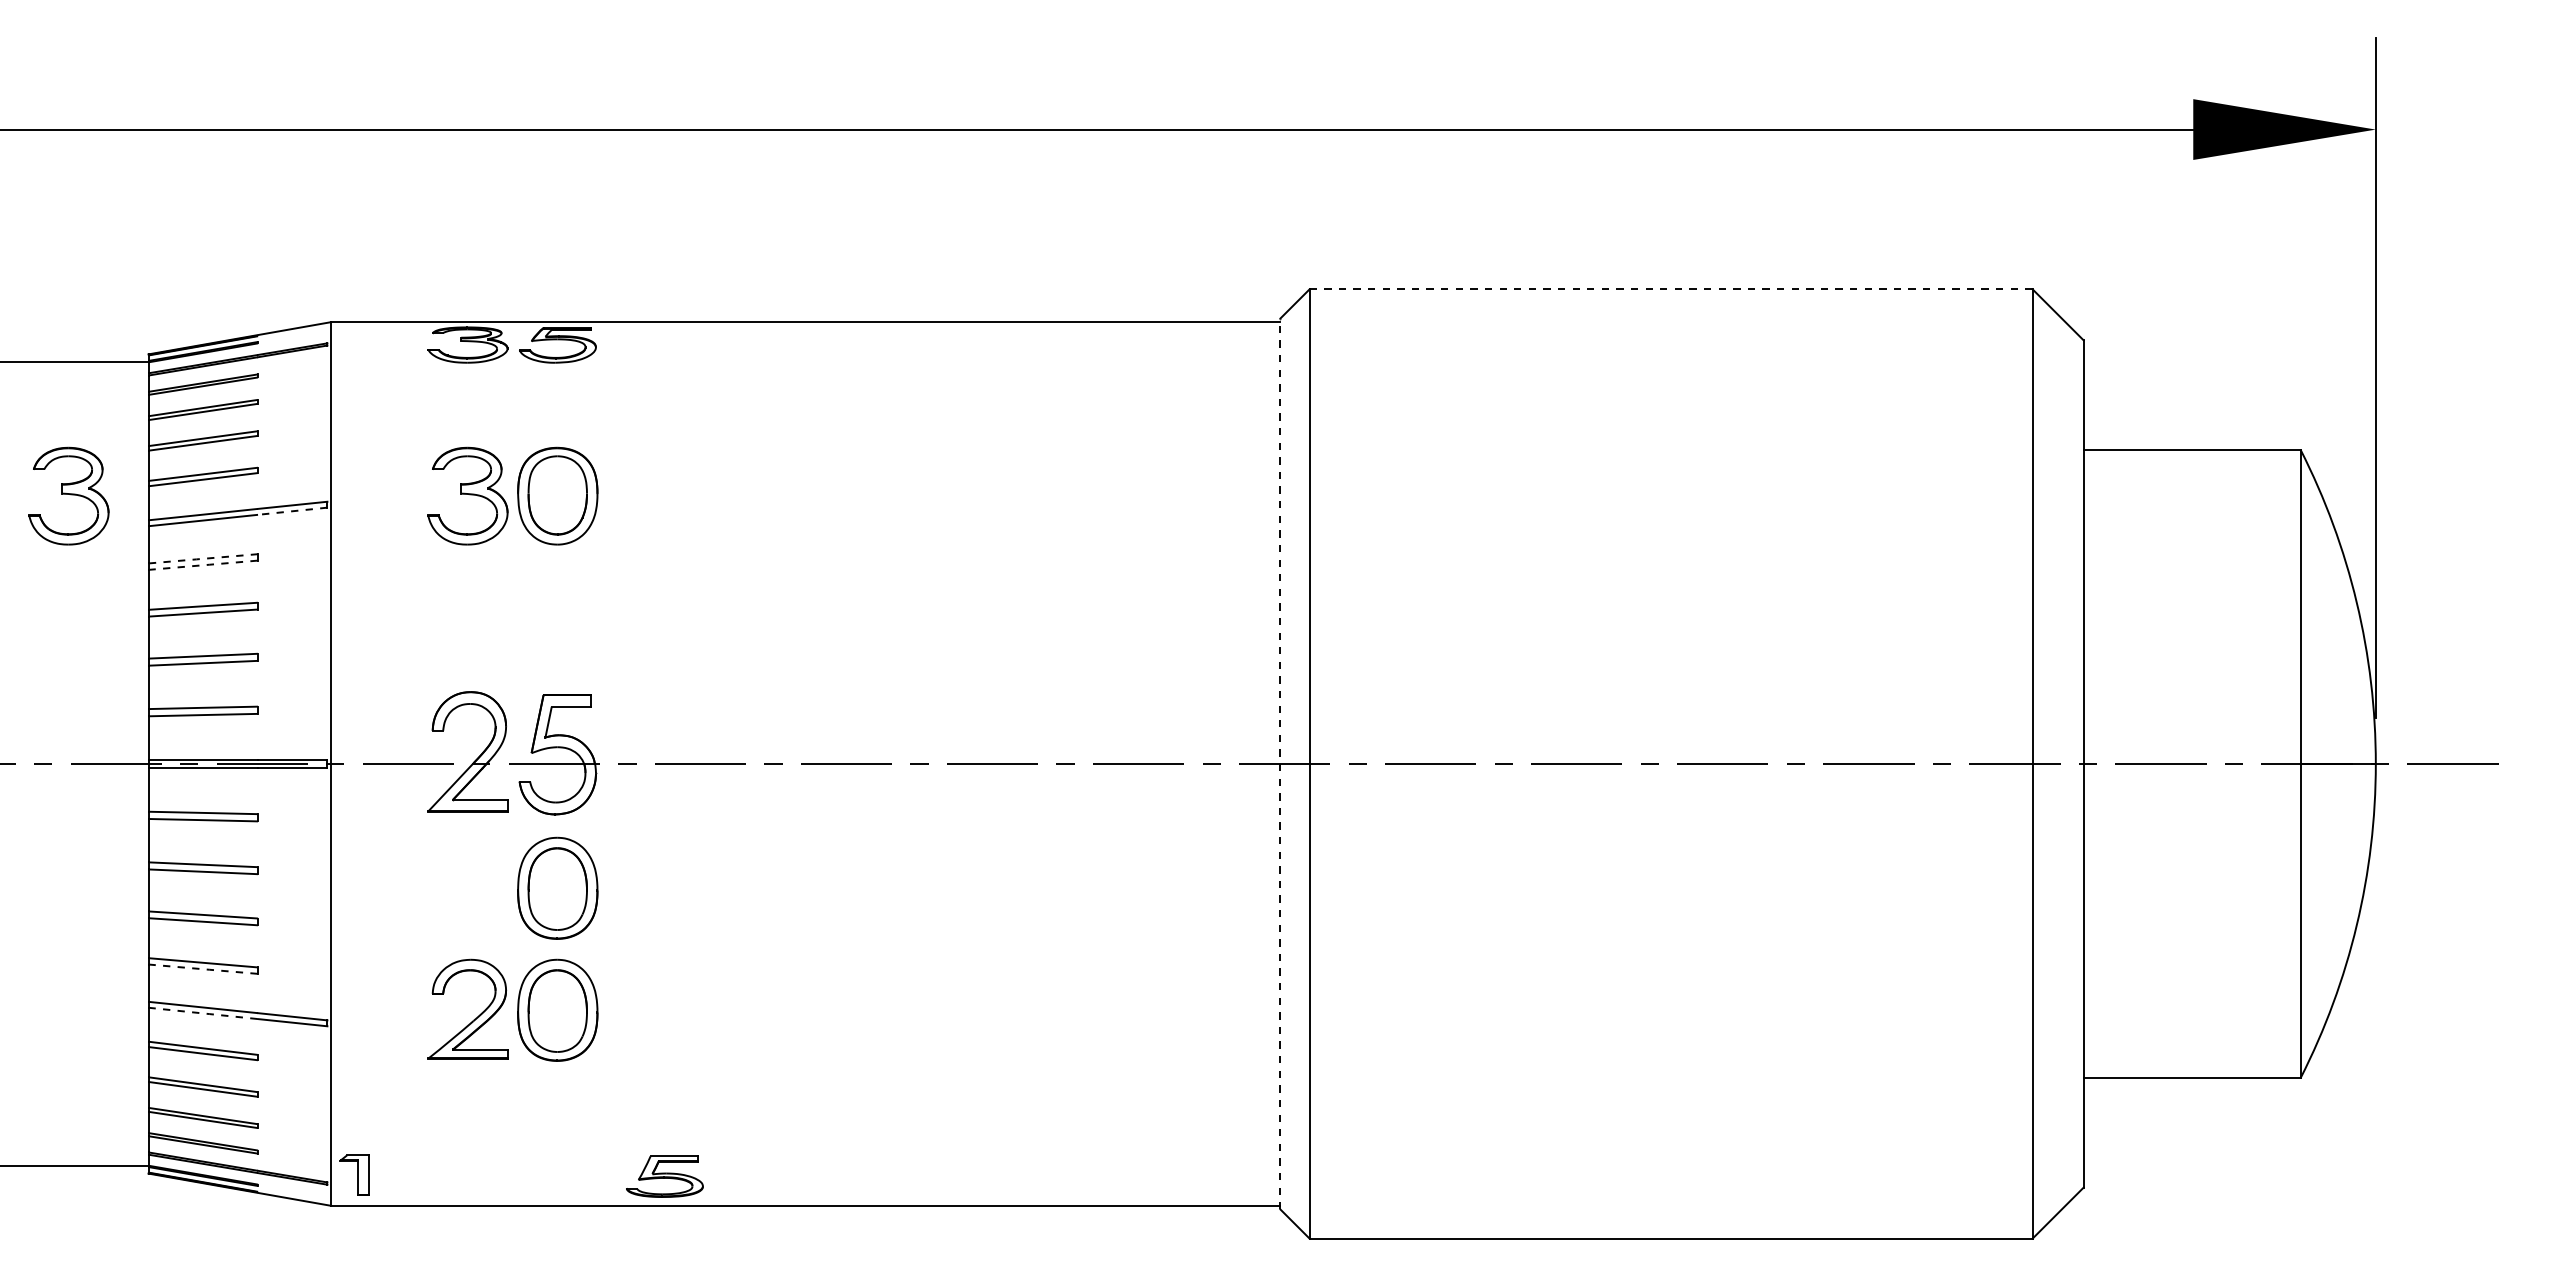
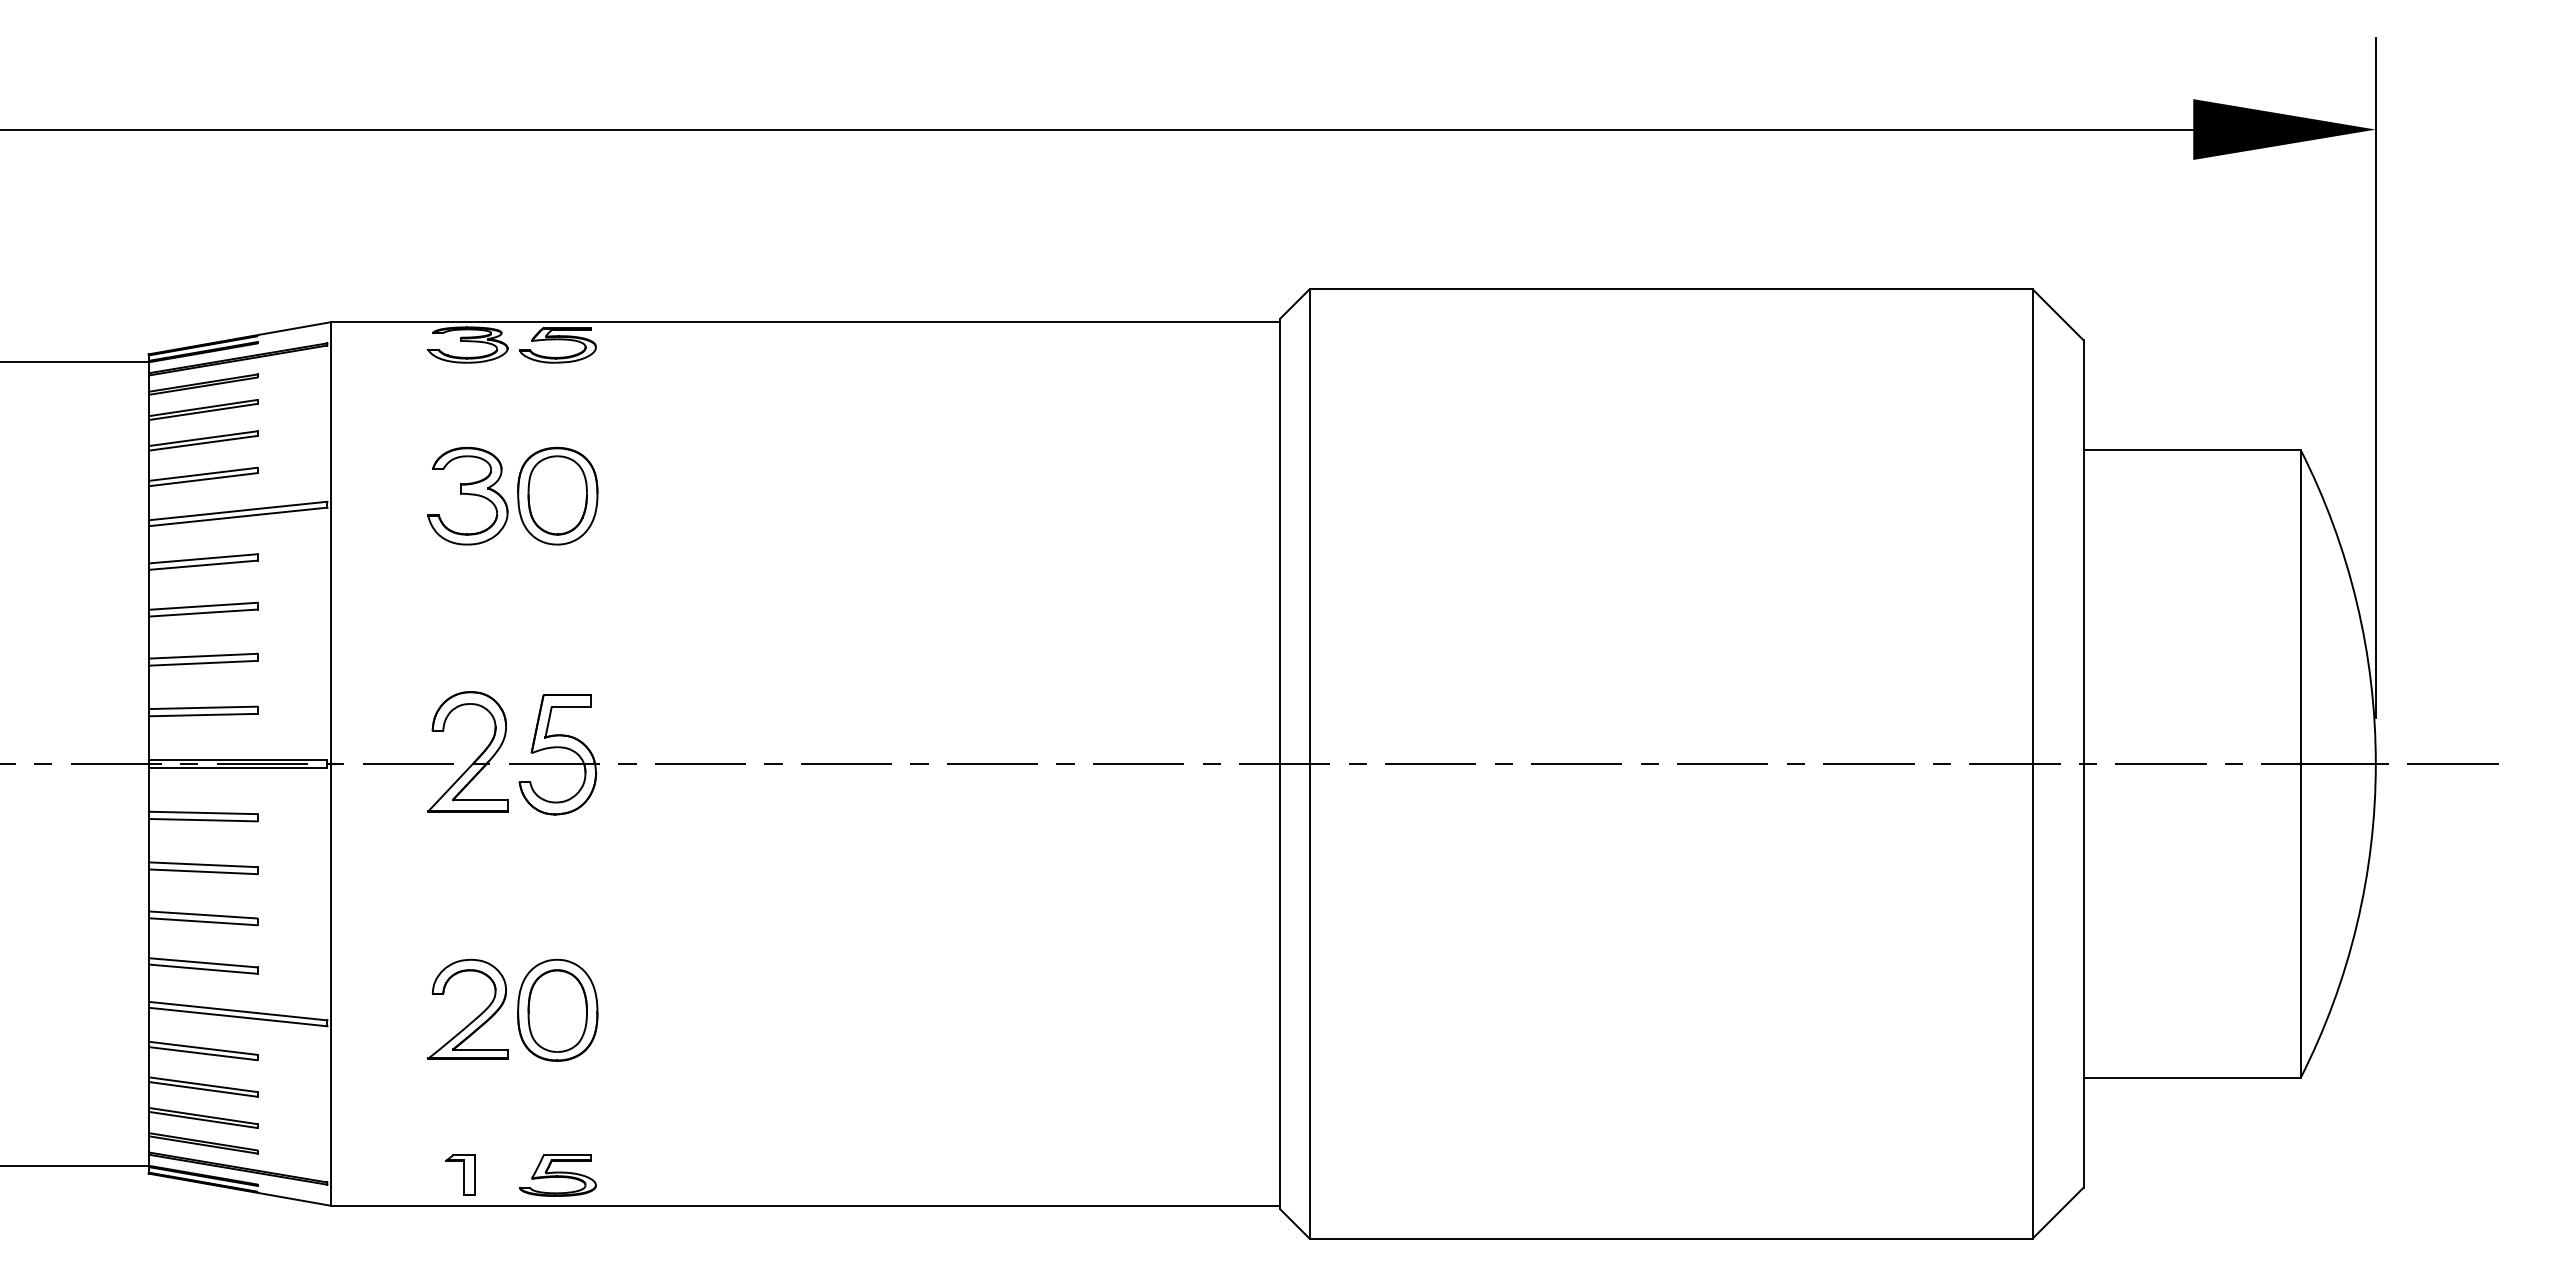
line at (1671, 289): dashed -> solid
part at (68, 495): present -> none
line at (292, 511): dashed -> solid
line at (202, 558): dashed -> solid
line at (203, 565): dashed -> solid
line at (1280, 763): dashed -> solid
part at (557, 887): present -> none
line at (203, 969): dashed -> solid
line at (203, 1013): dashed -> solid
part at (354, 1174) position: (354, 1174) -> (460, 1174)
part at (664, 1176) position: (664, 1176) -> (557, 1175)
